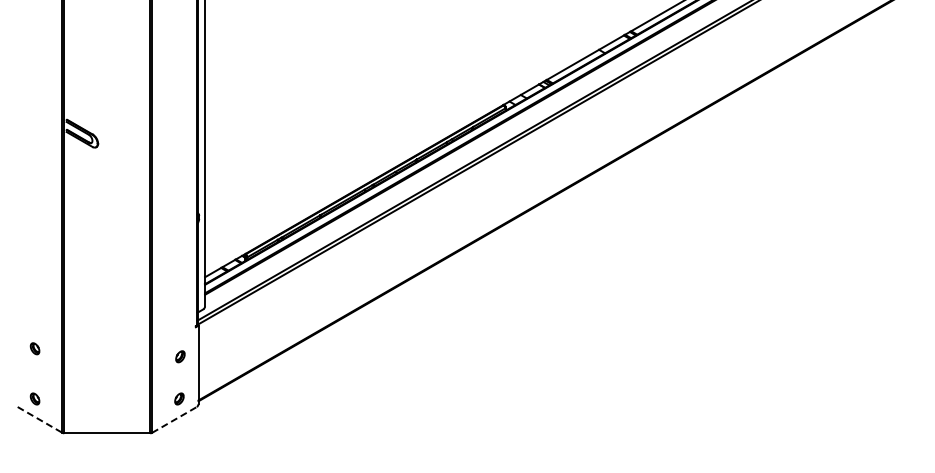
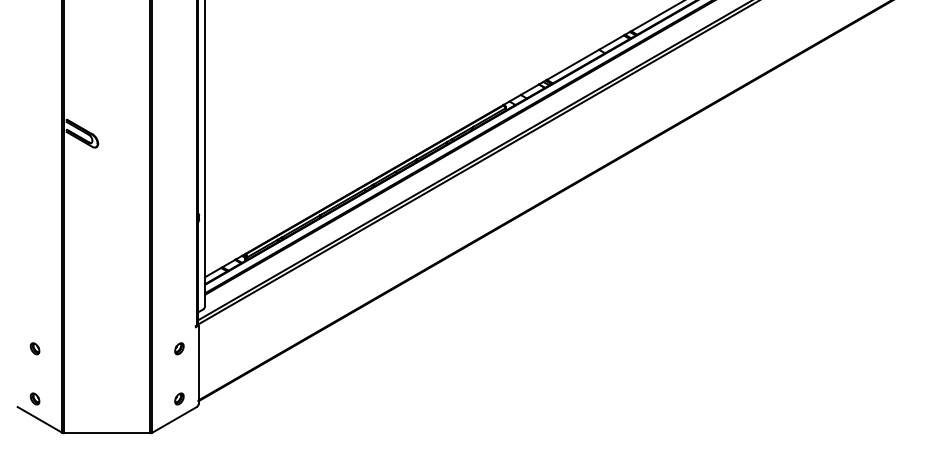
part at (180, 356) position: (180, 356) -> (179, 348)
line at (40, 419): dashed -> solid
line at (174, 419): dashed -> solid
